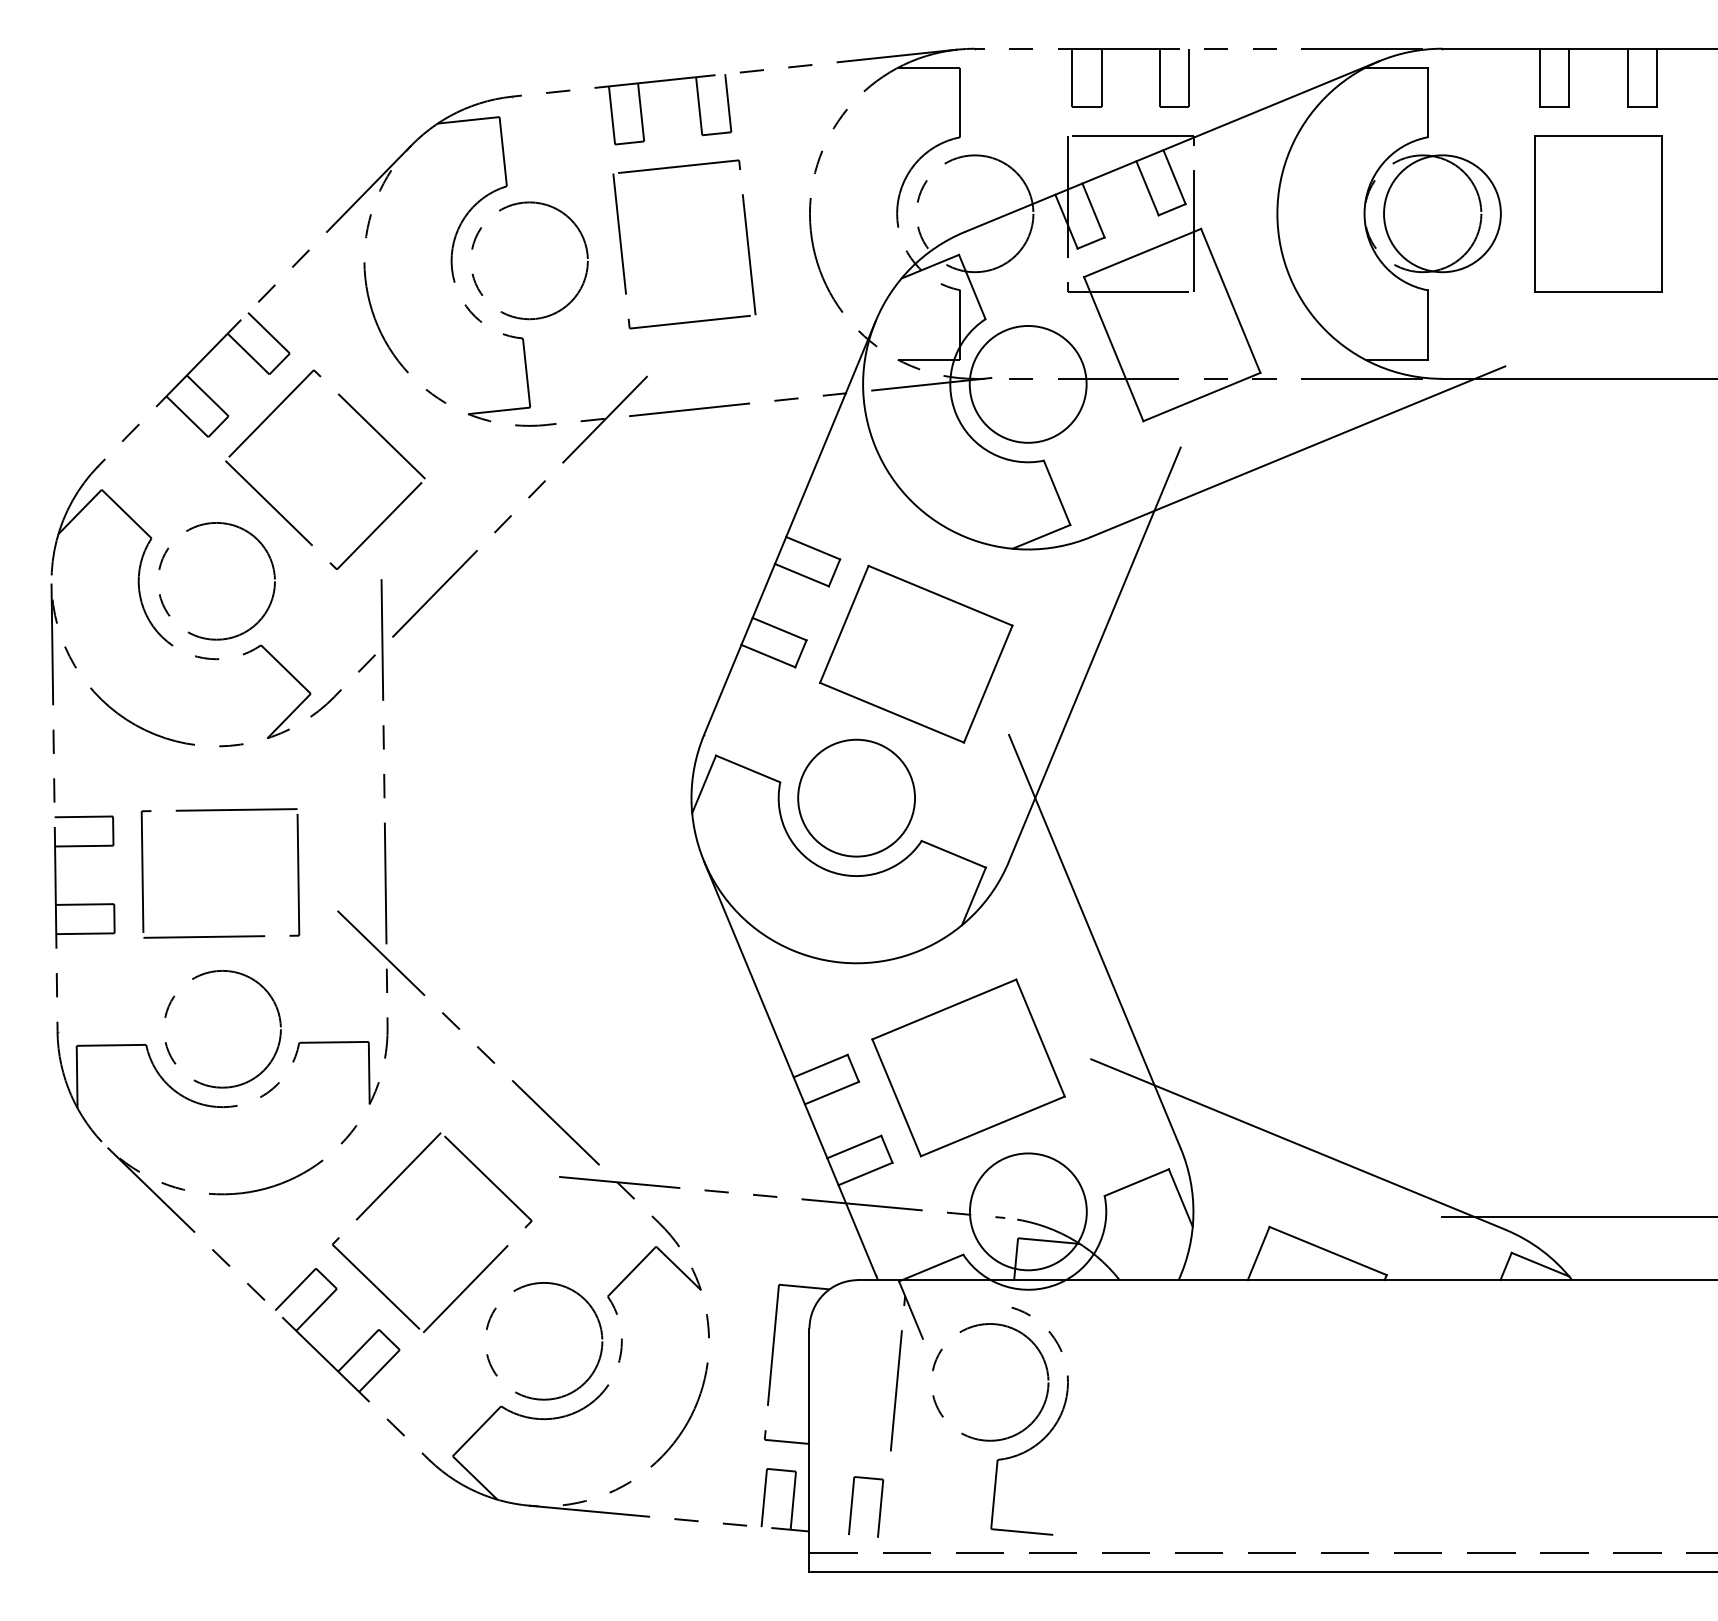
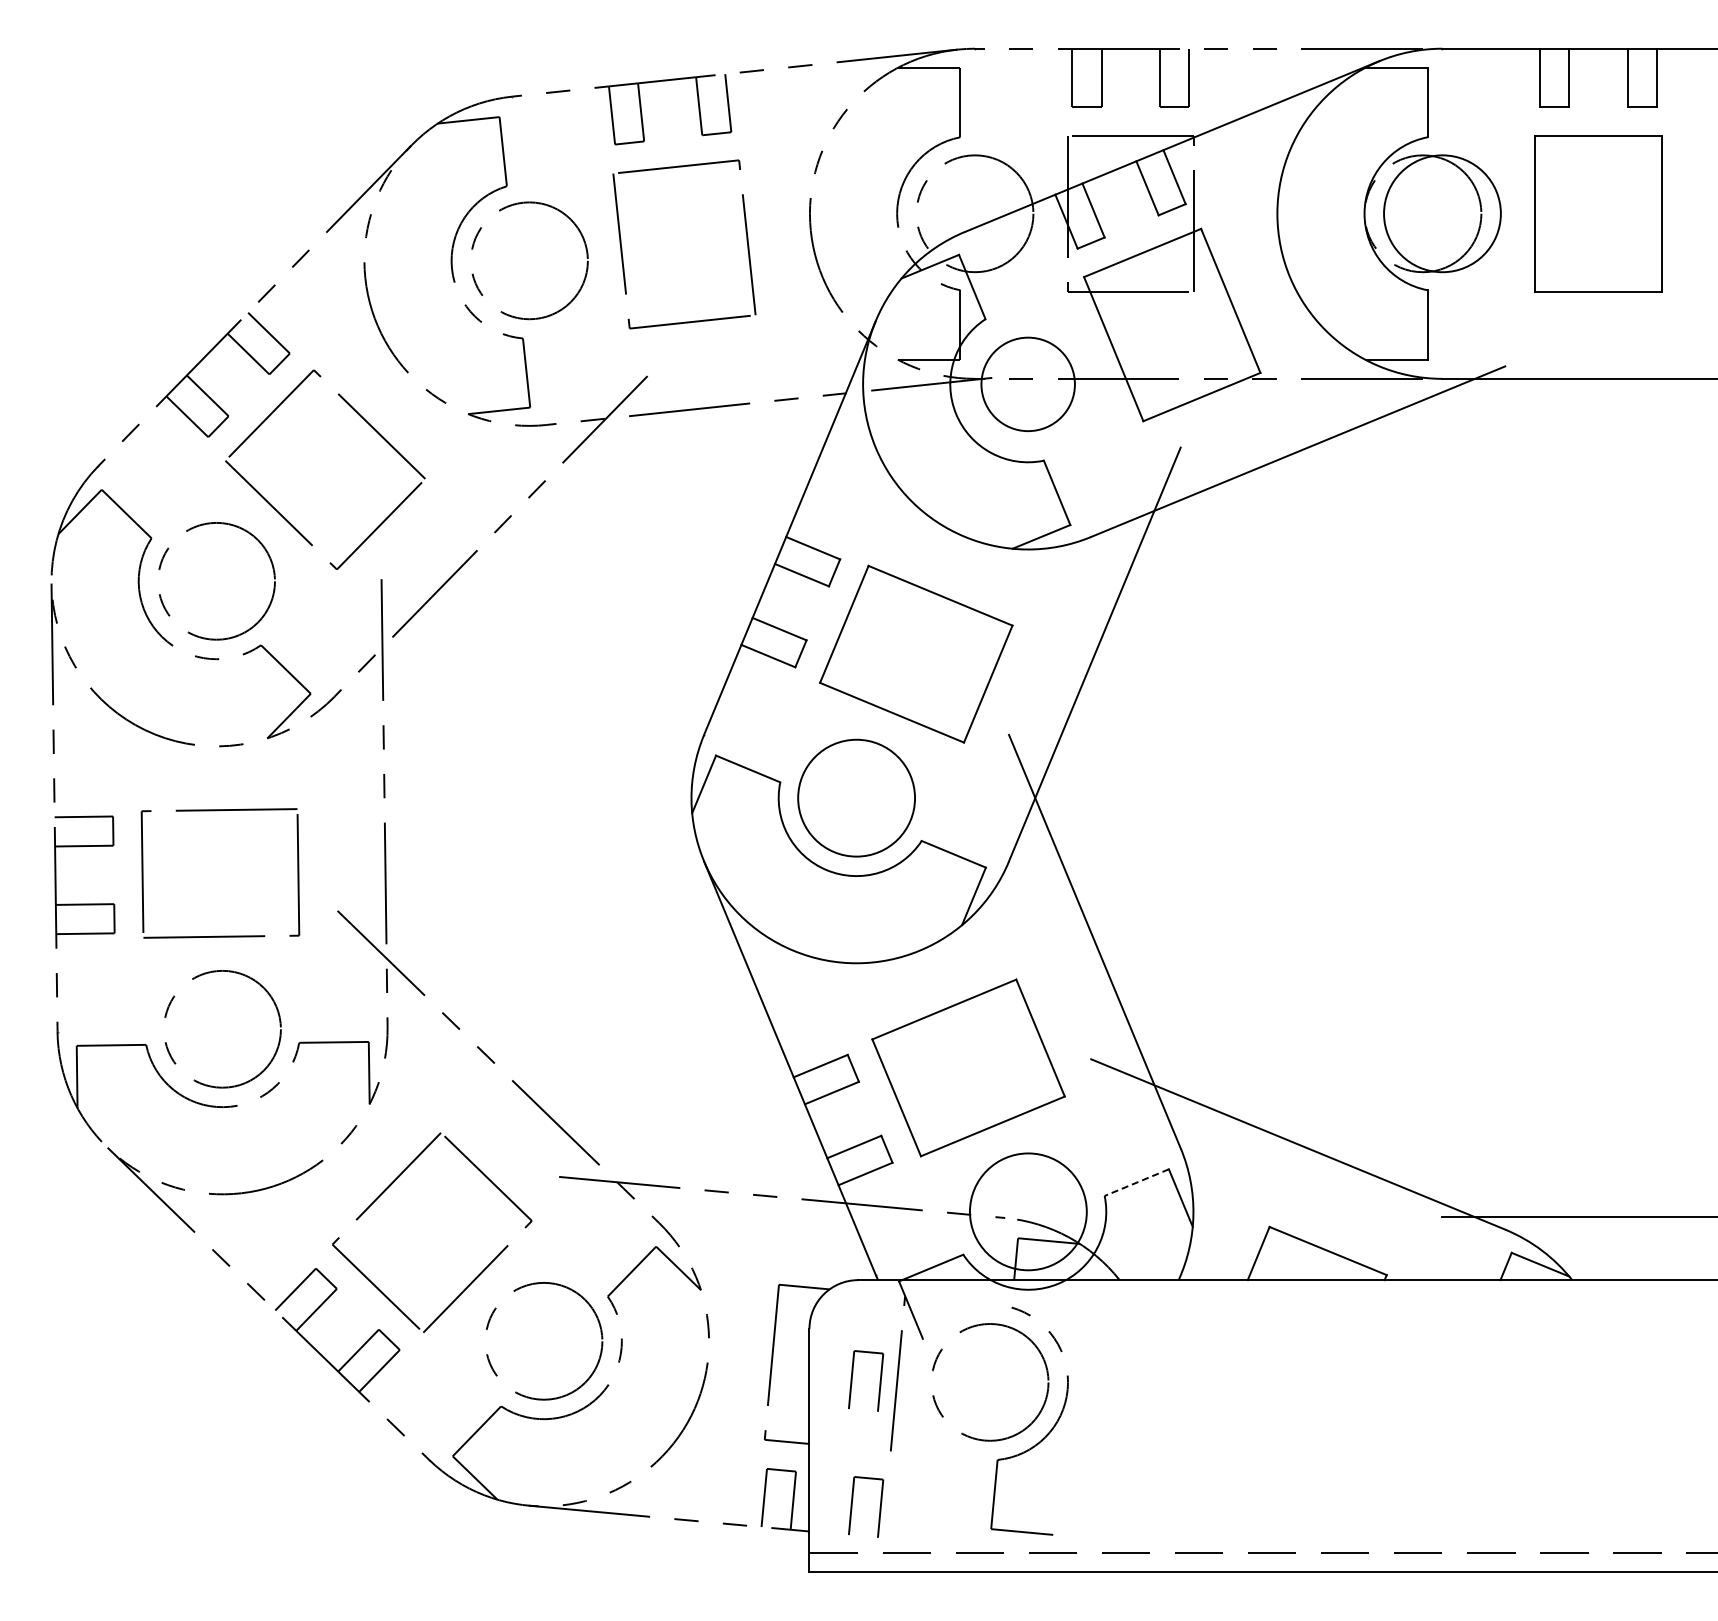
circle at (1027, 383) diameter: 117 px -> 93 px
line at (1136, 1182): solid -> dashed
part at (879, 1380): none -> present
